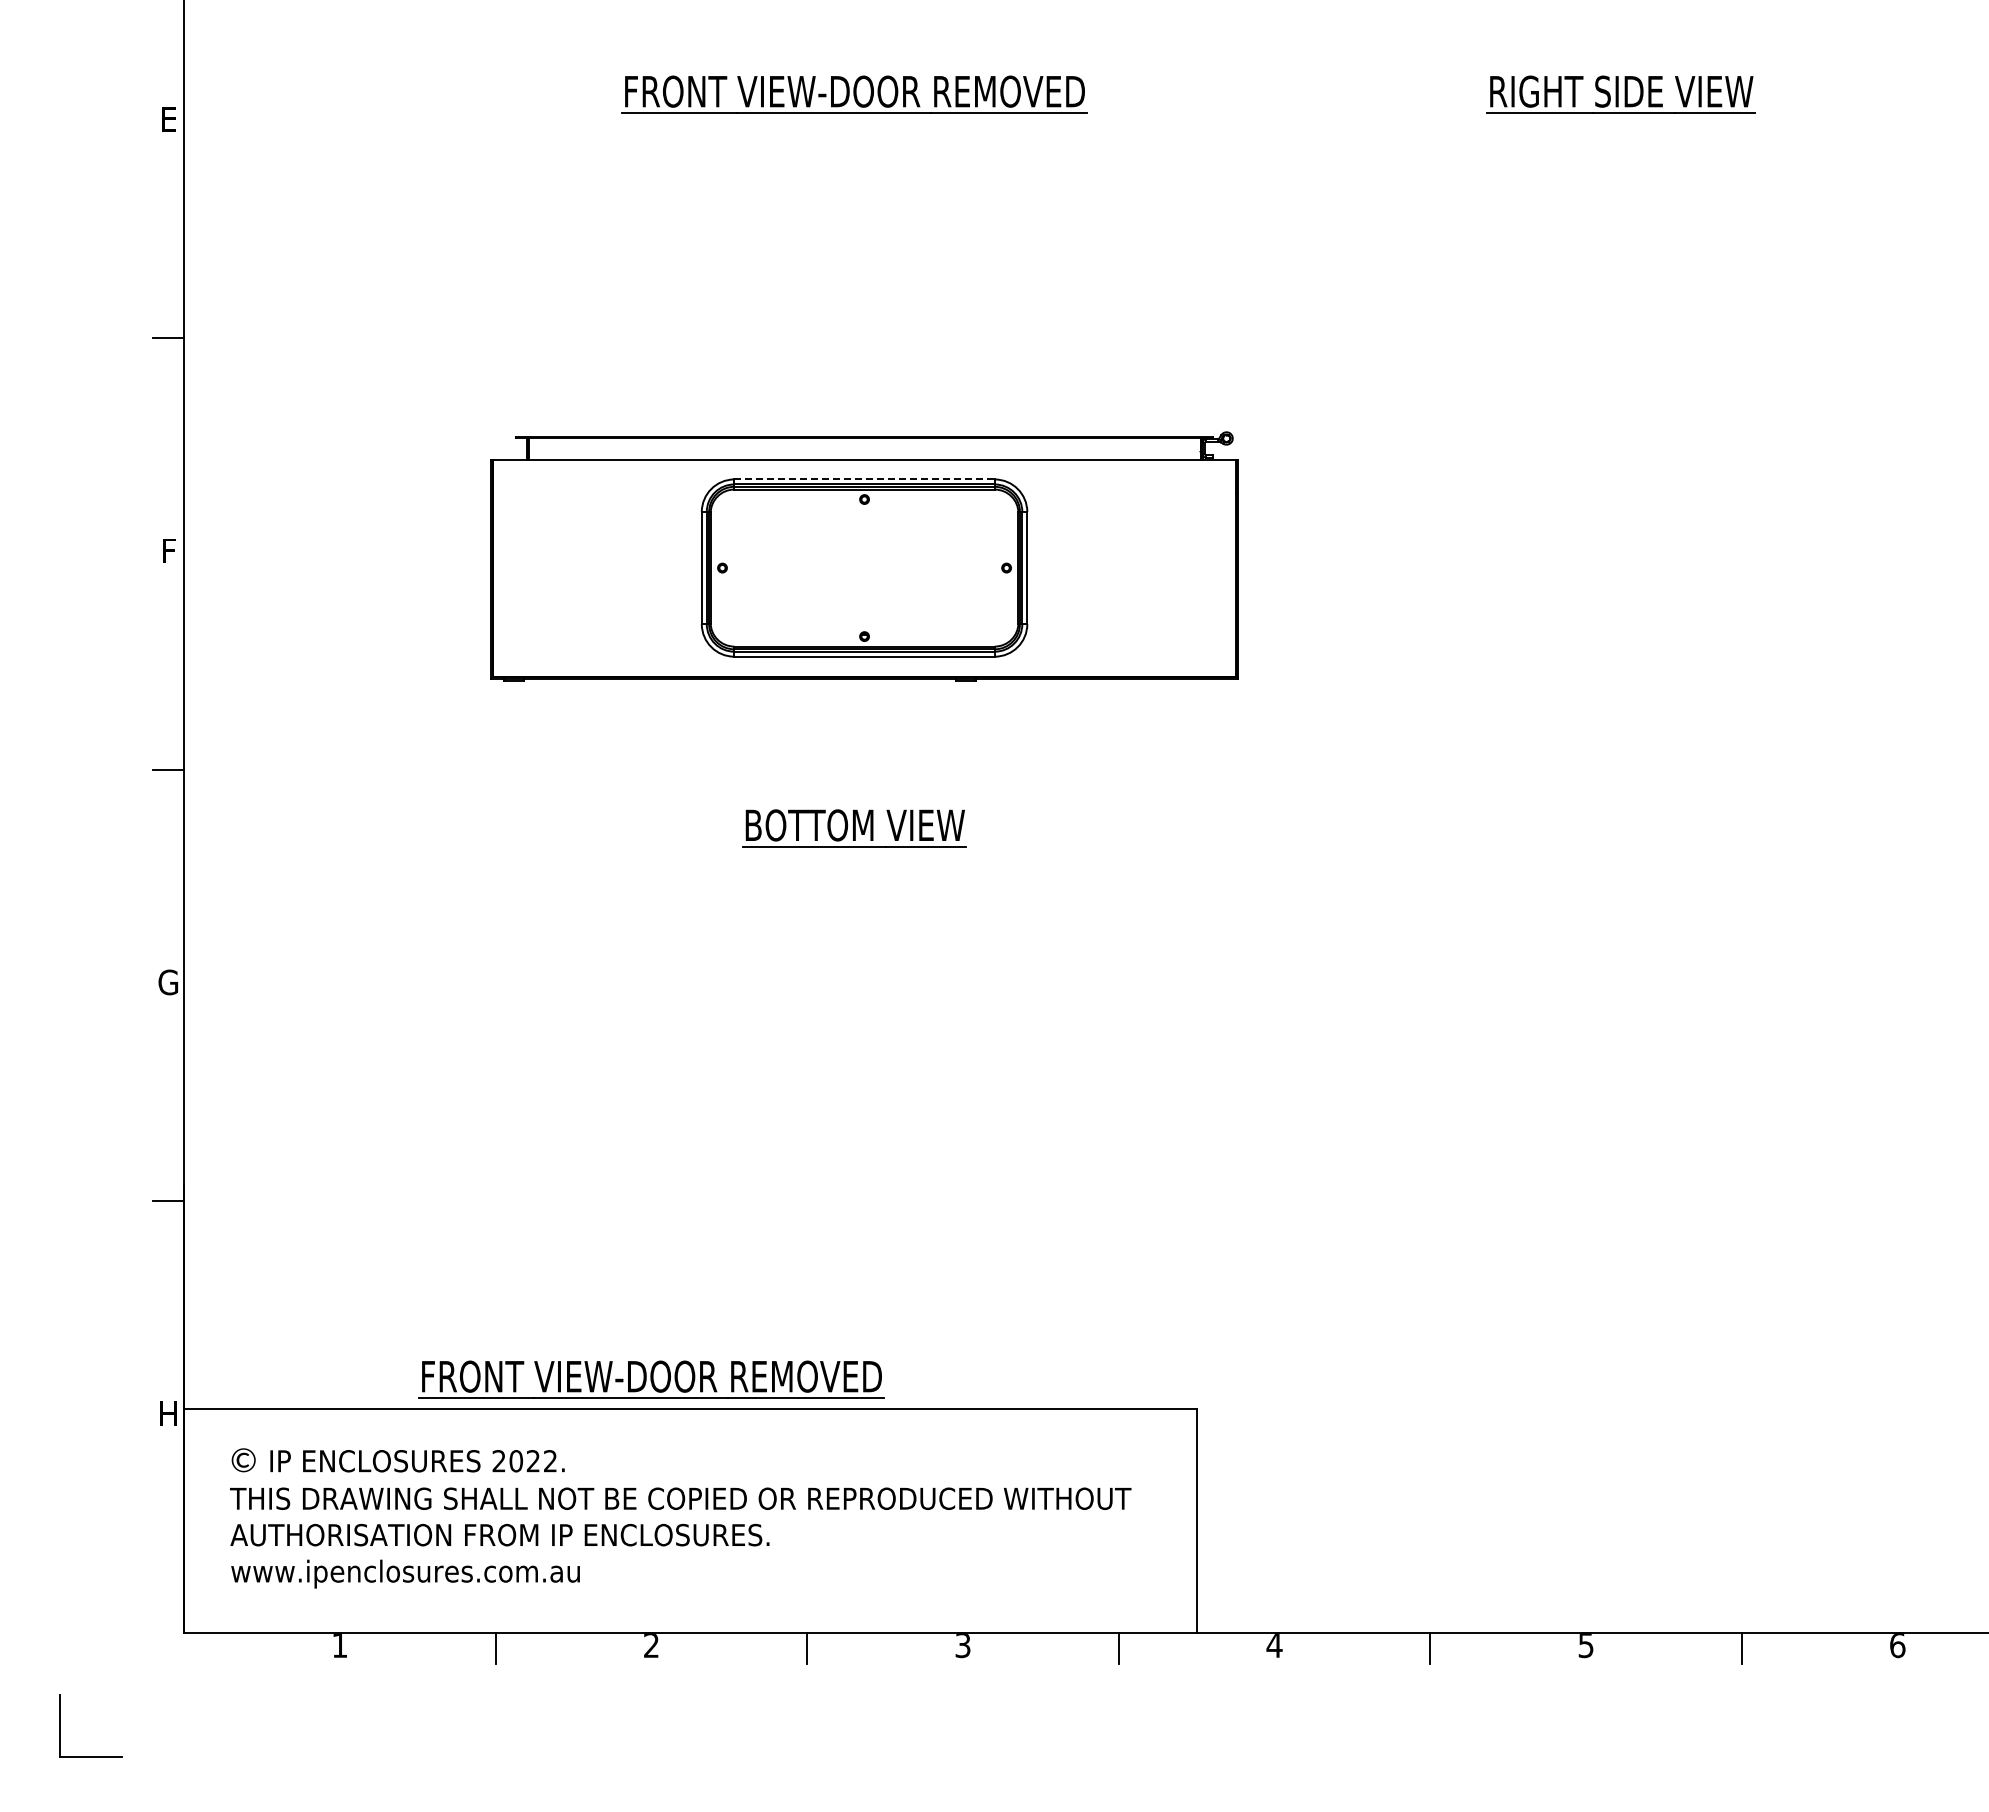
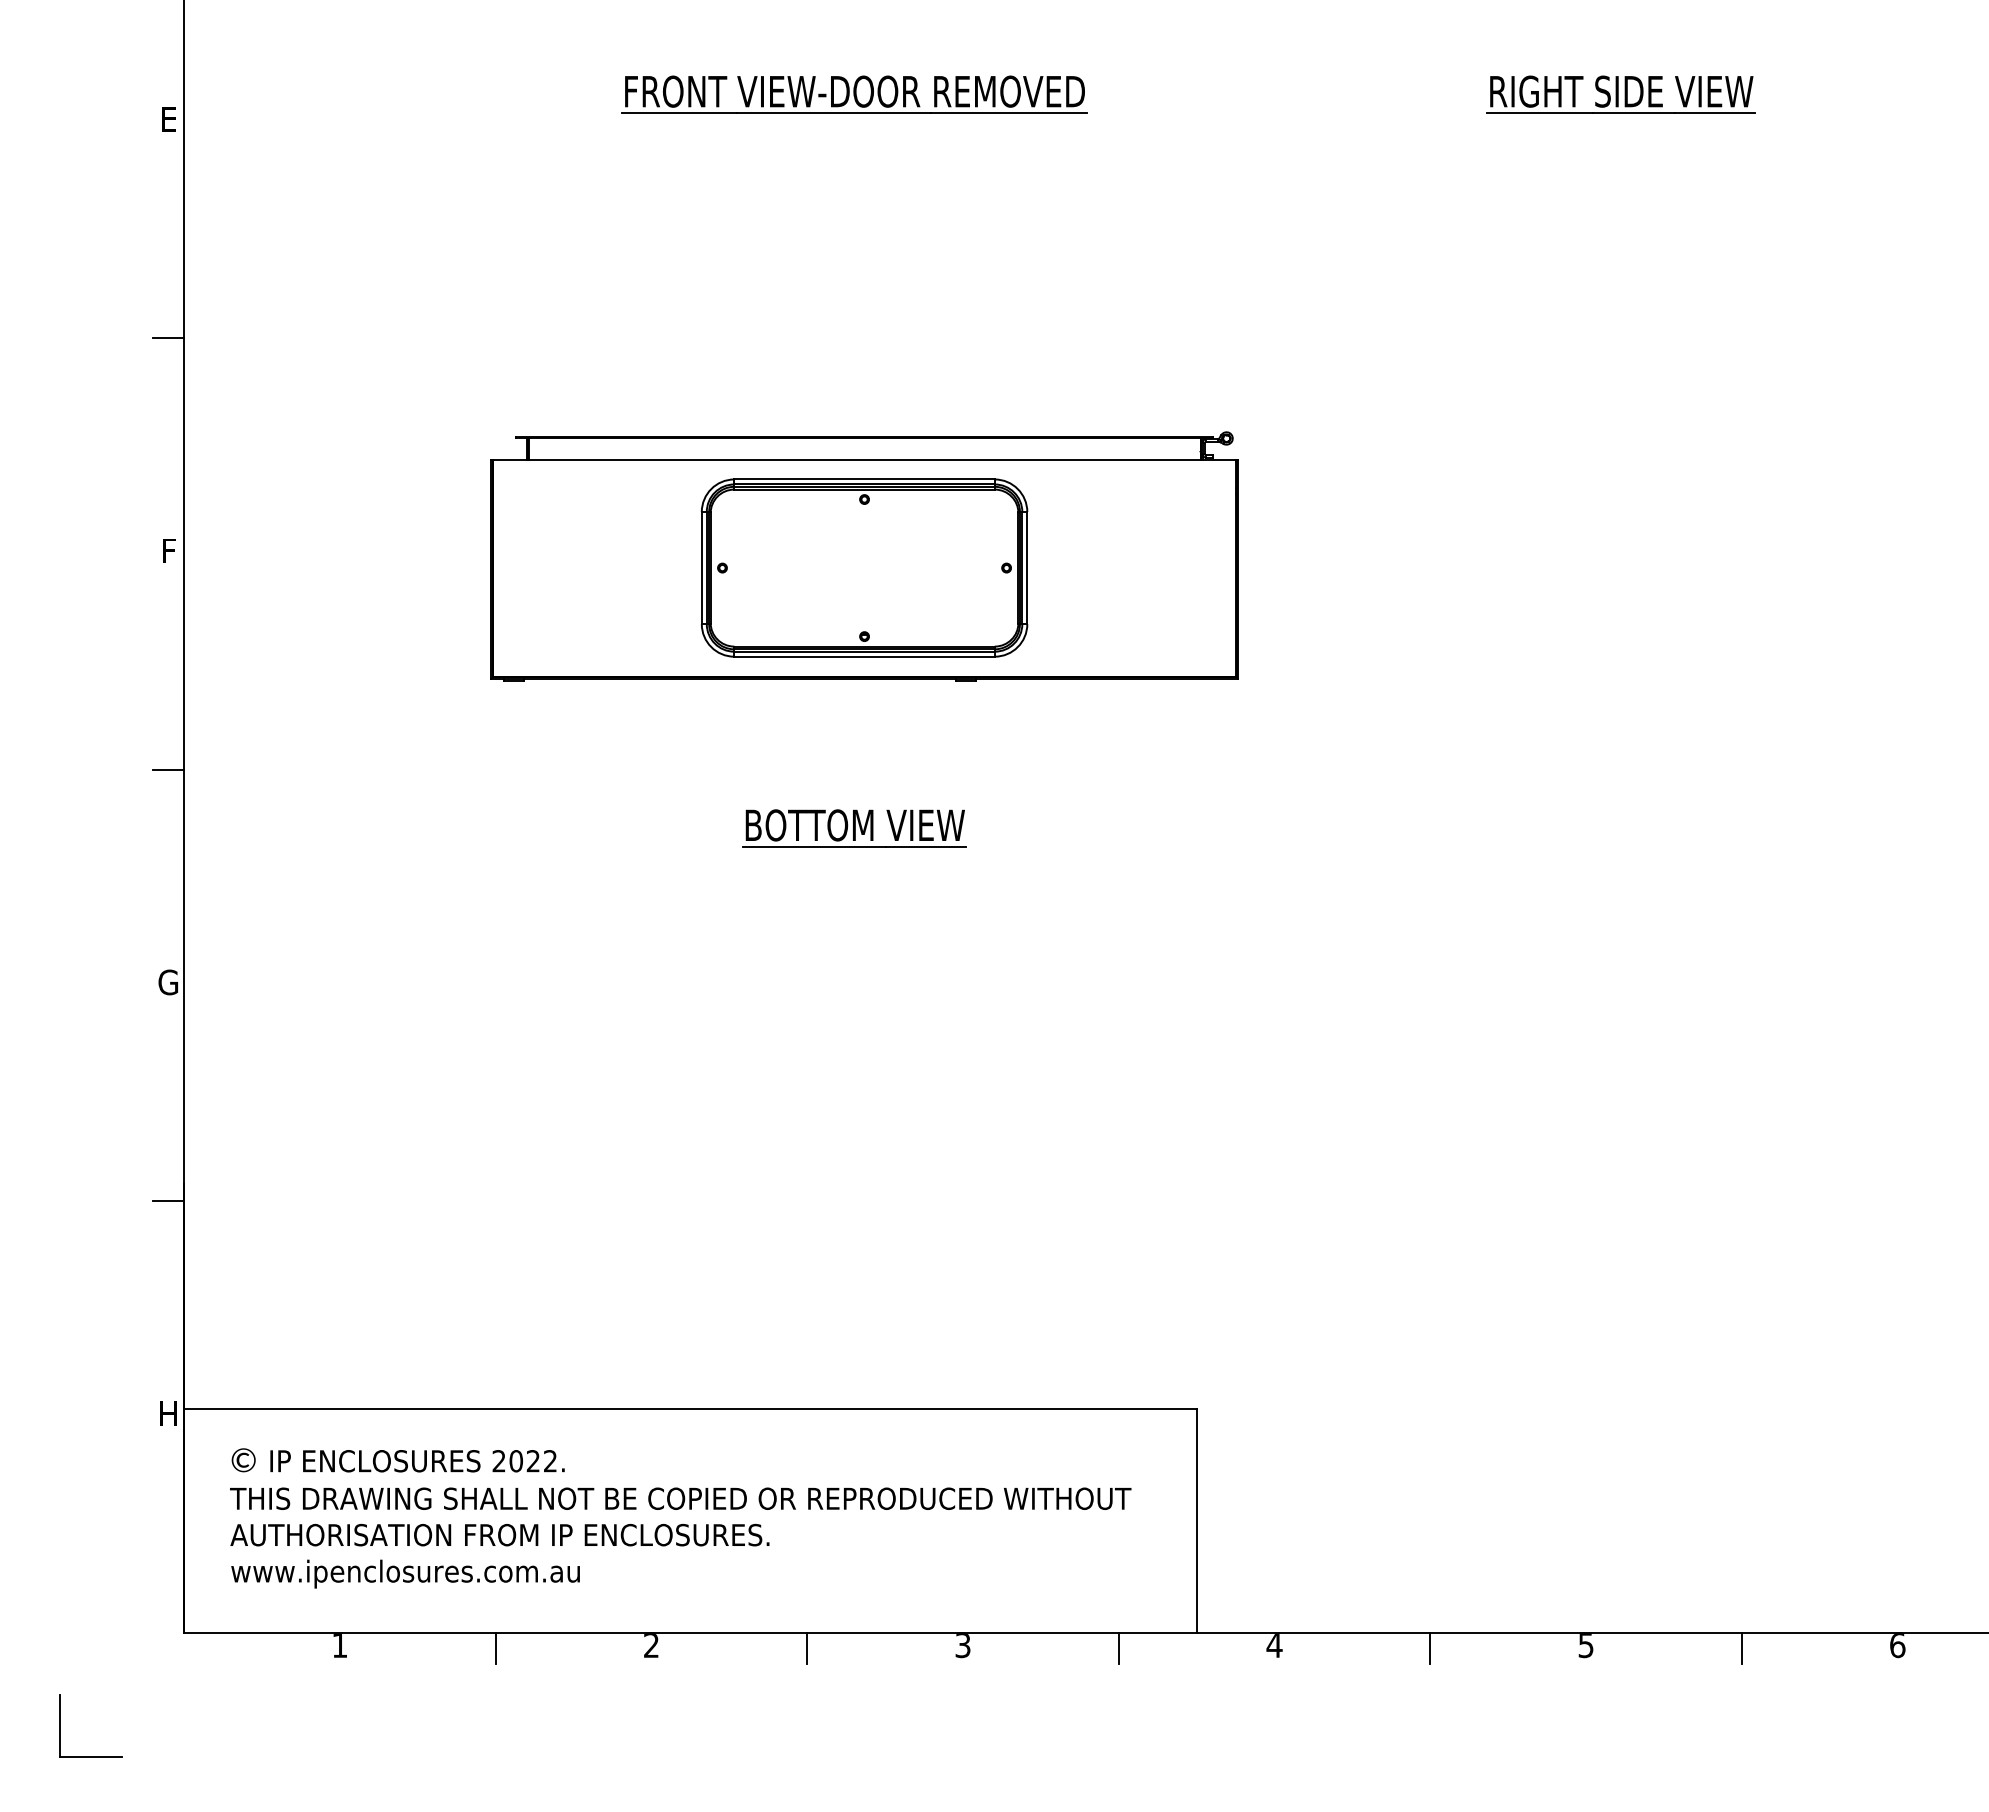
line at (865, 479): dashed -> solid
part at (651, 1379): present -> none
